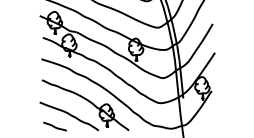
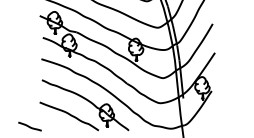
line at (54, 126) position: (54, 126) -> (29, 126)
